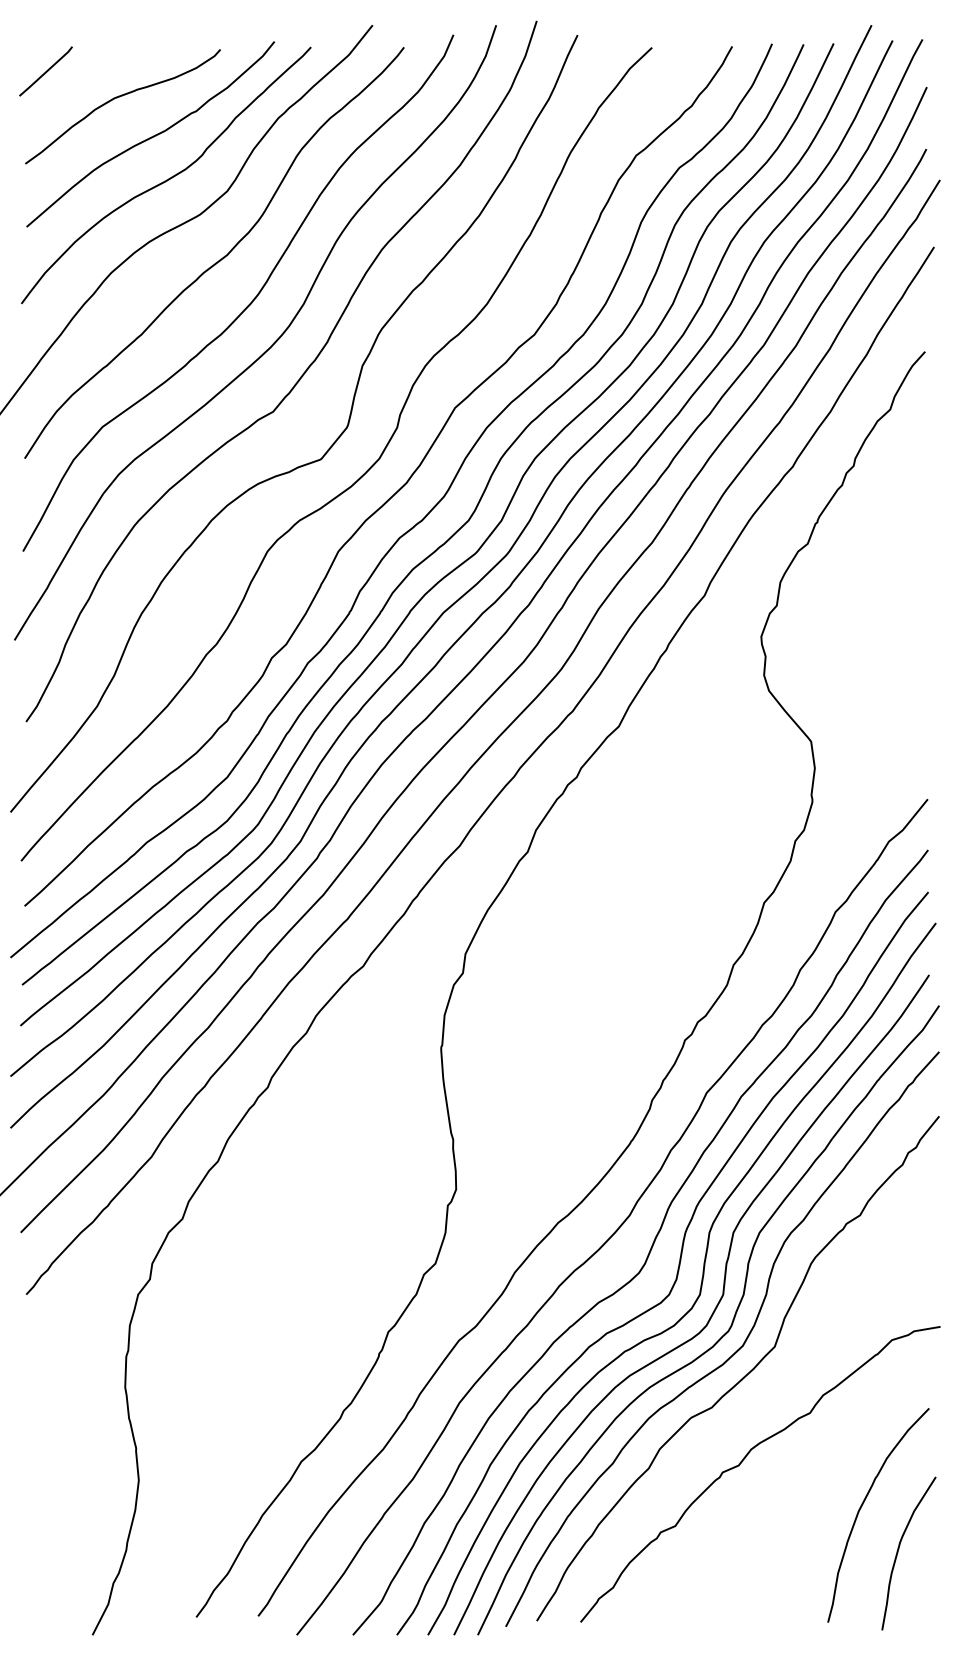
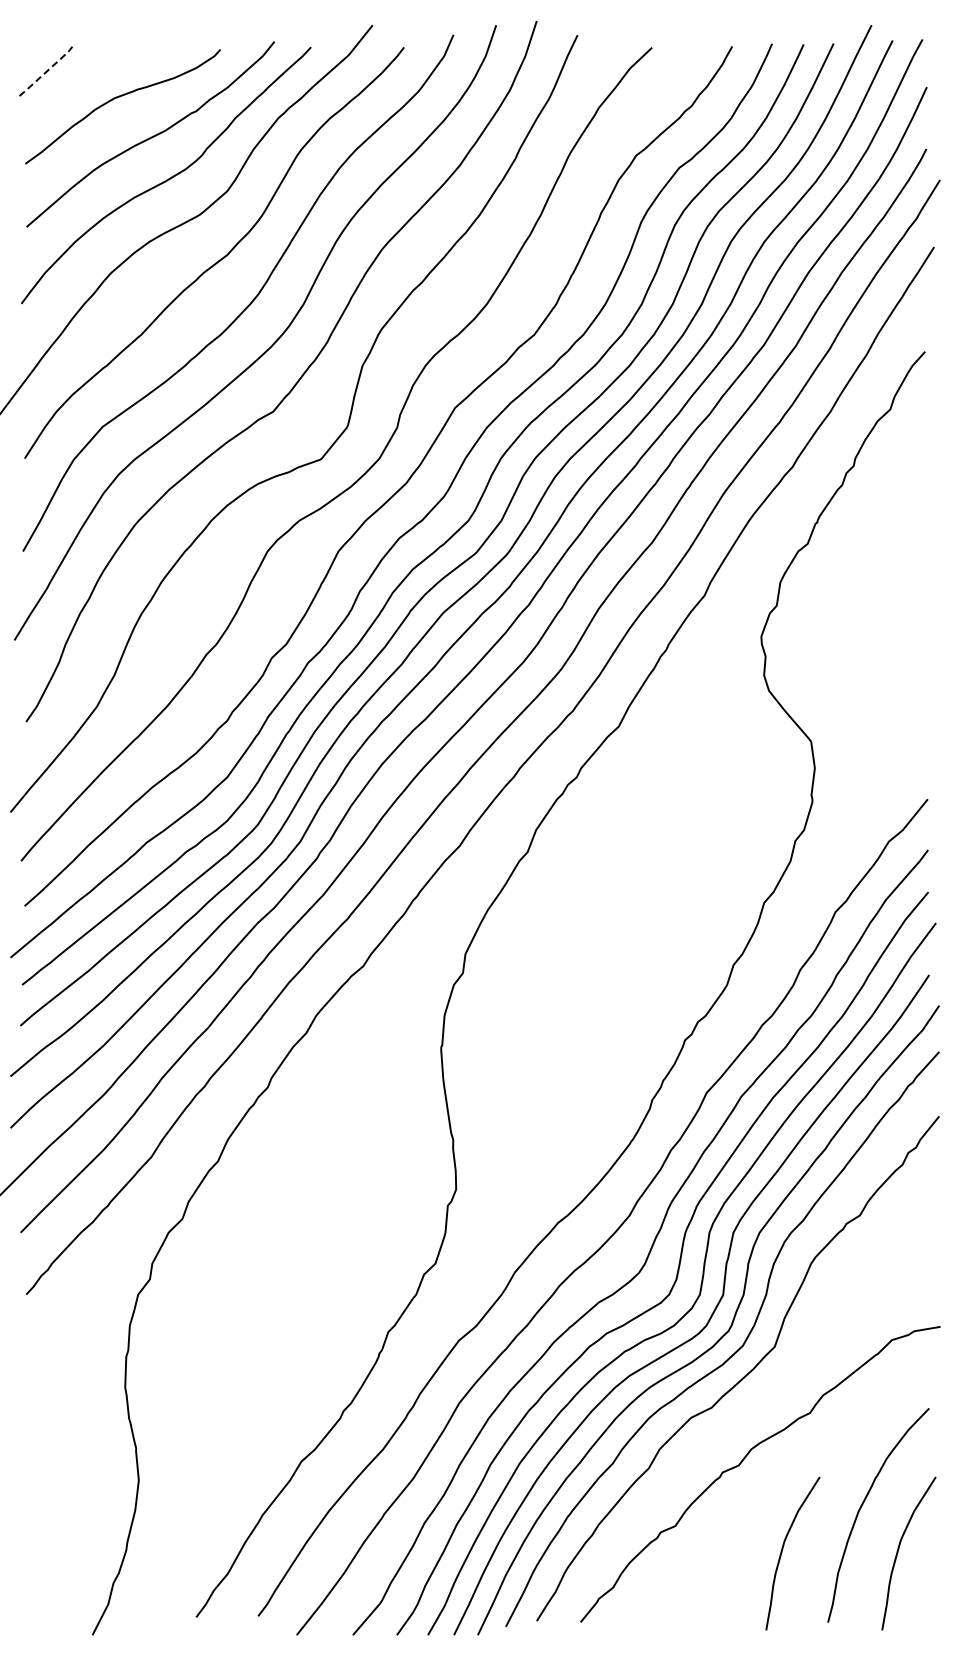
line at (46, 71): solid -> dashed
curve at (783, 1549): none -> present
